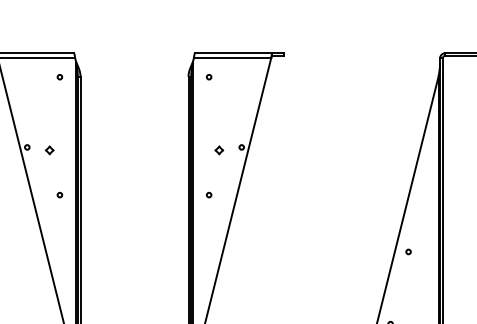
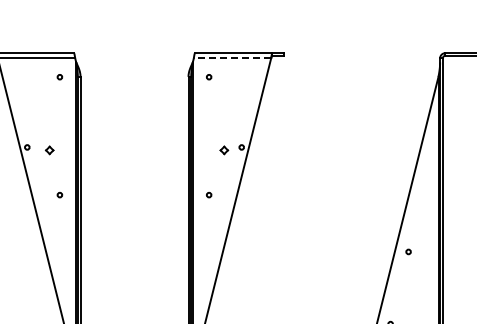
line at (232, 58): solid -> dashed
part at (219, 150) position: (219, 150) -> (224, 150)
